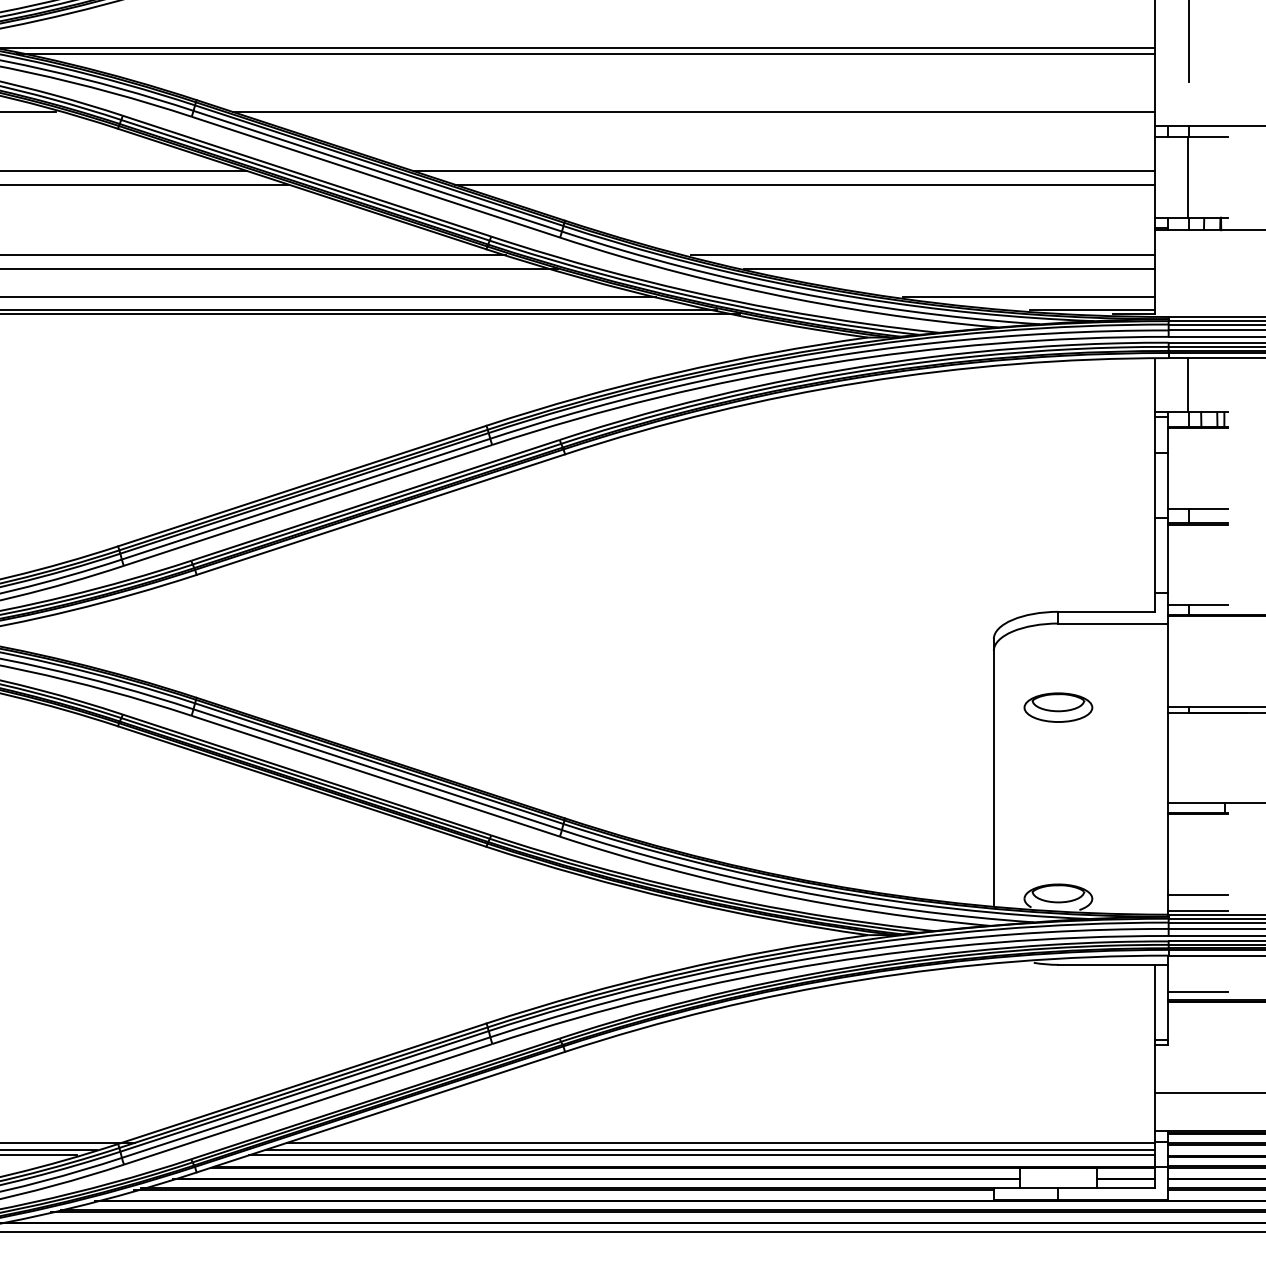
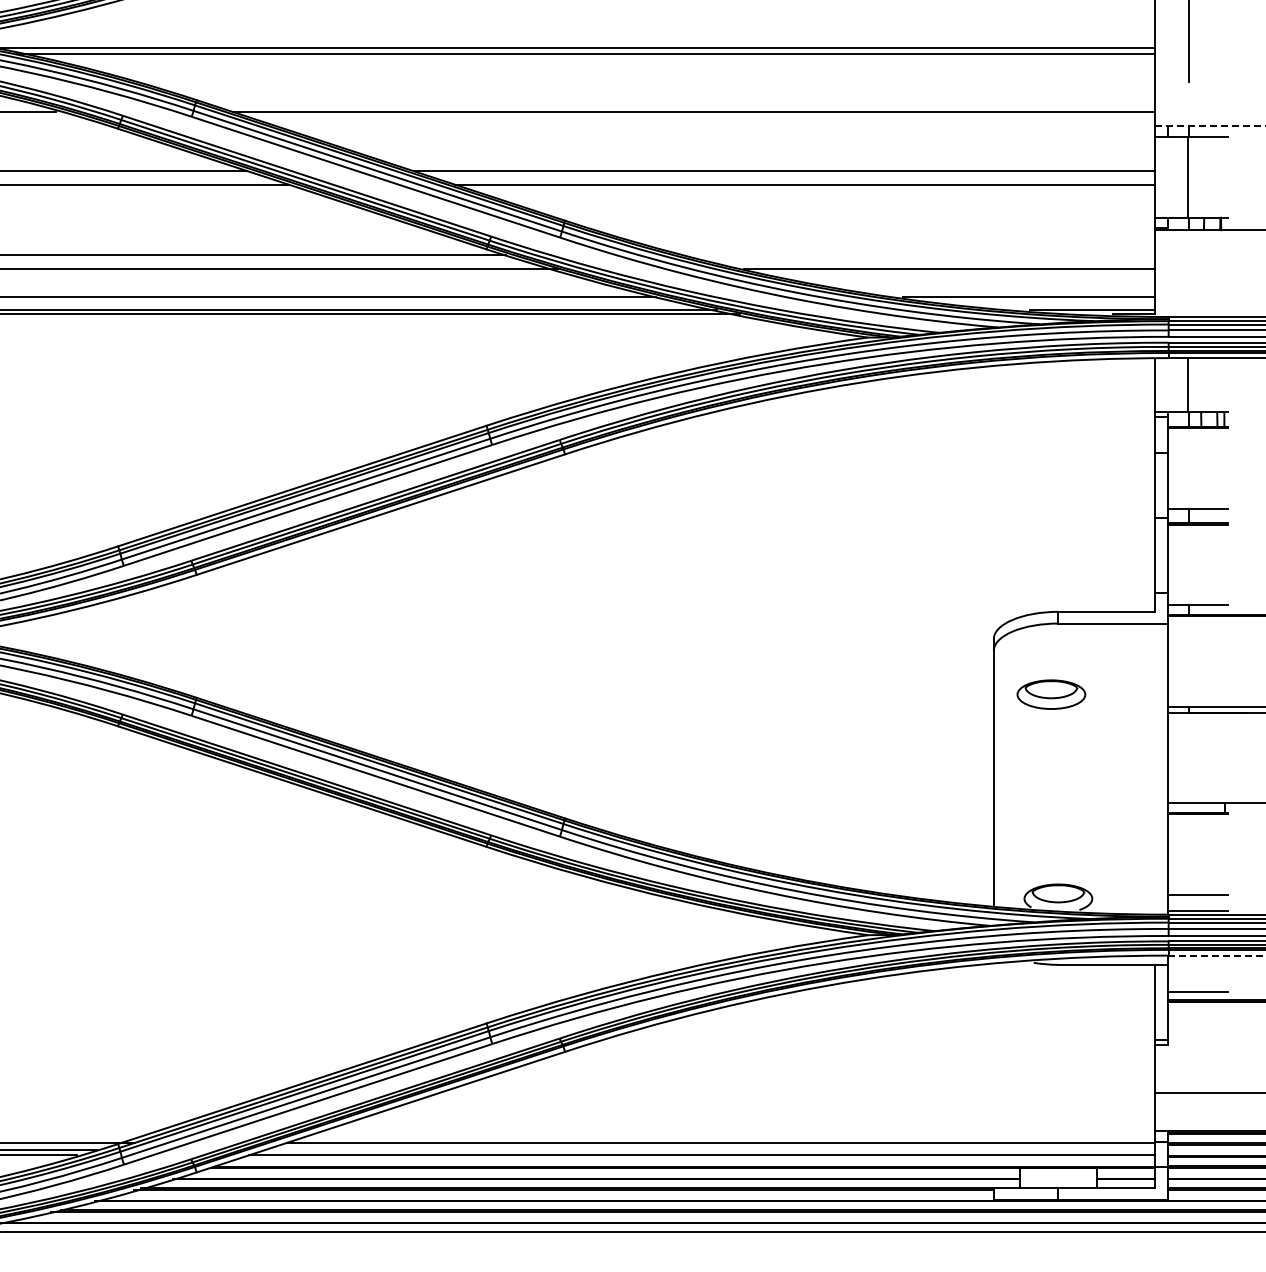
line at (1210, 125): solid -> dashed
line at (923, 254): present -> none
part at (1058, 707) position: (1058, 707) -> (1051, 694)
line at (1216, 955): solid -> dashed
line at (710, 1149): present -> none
